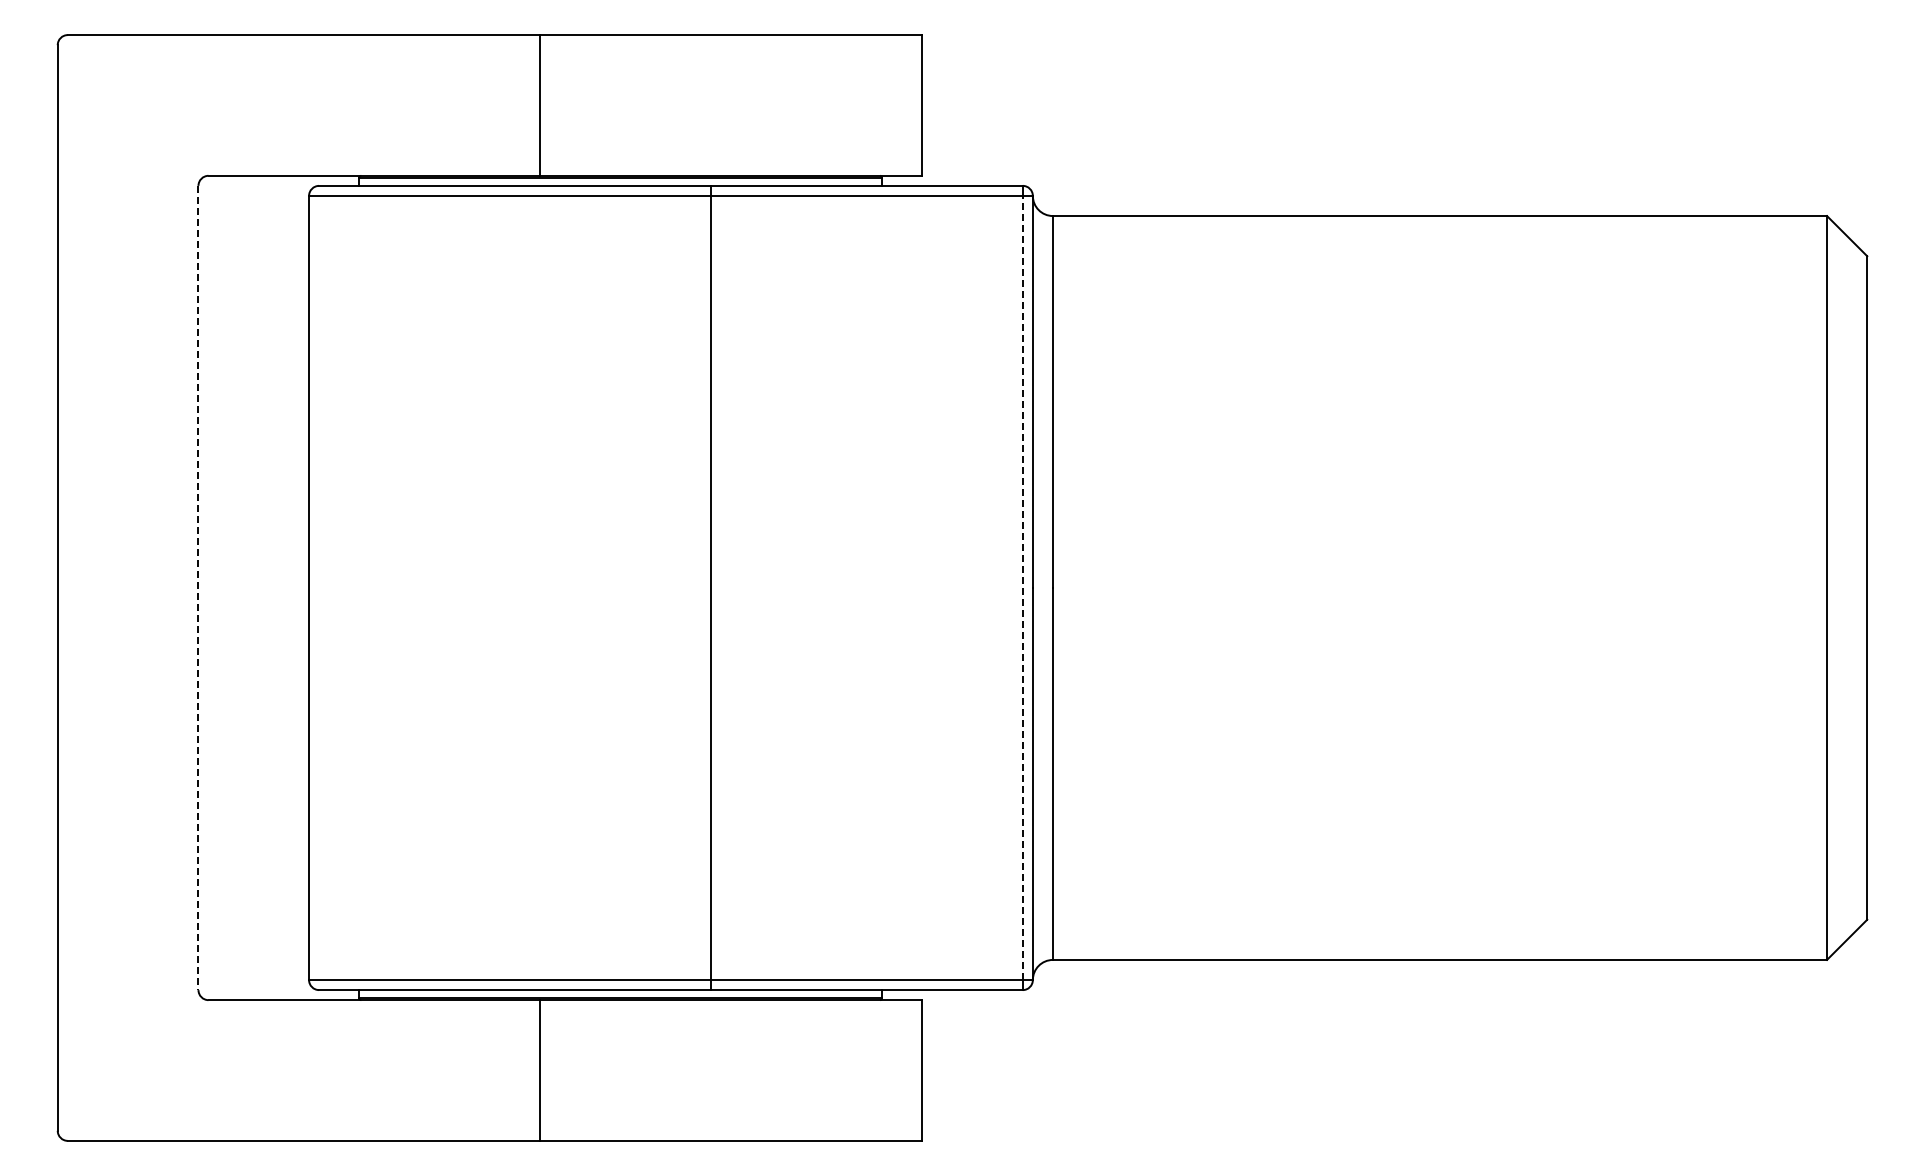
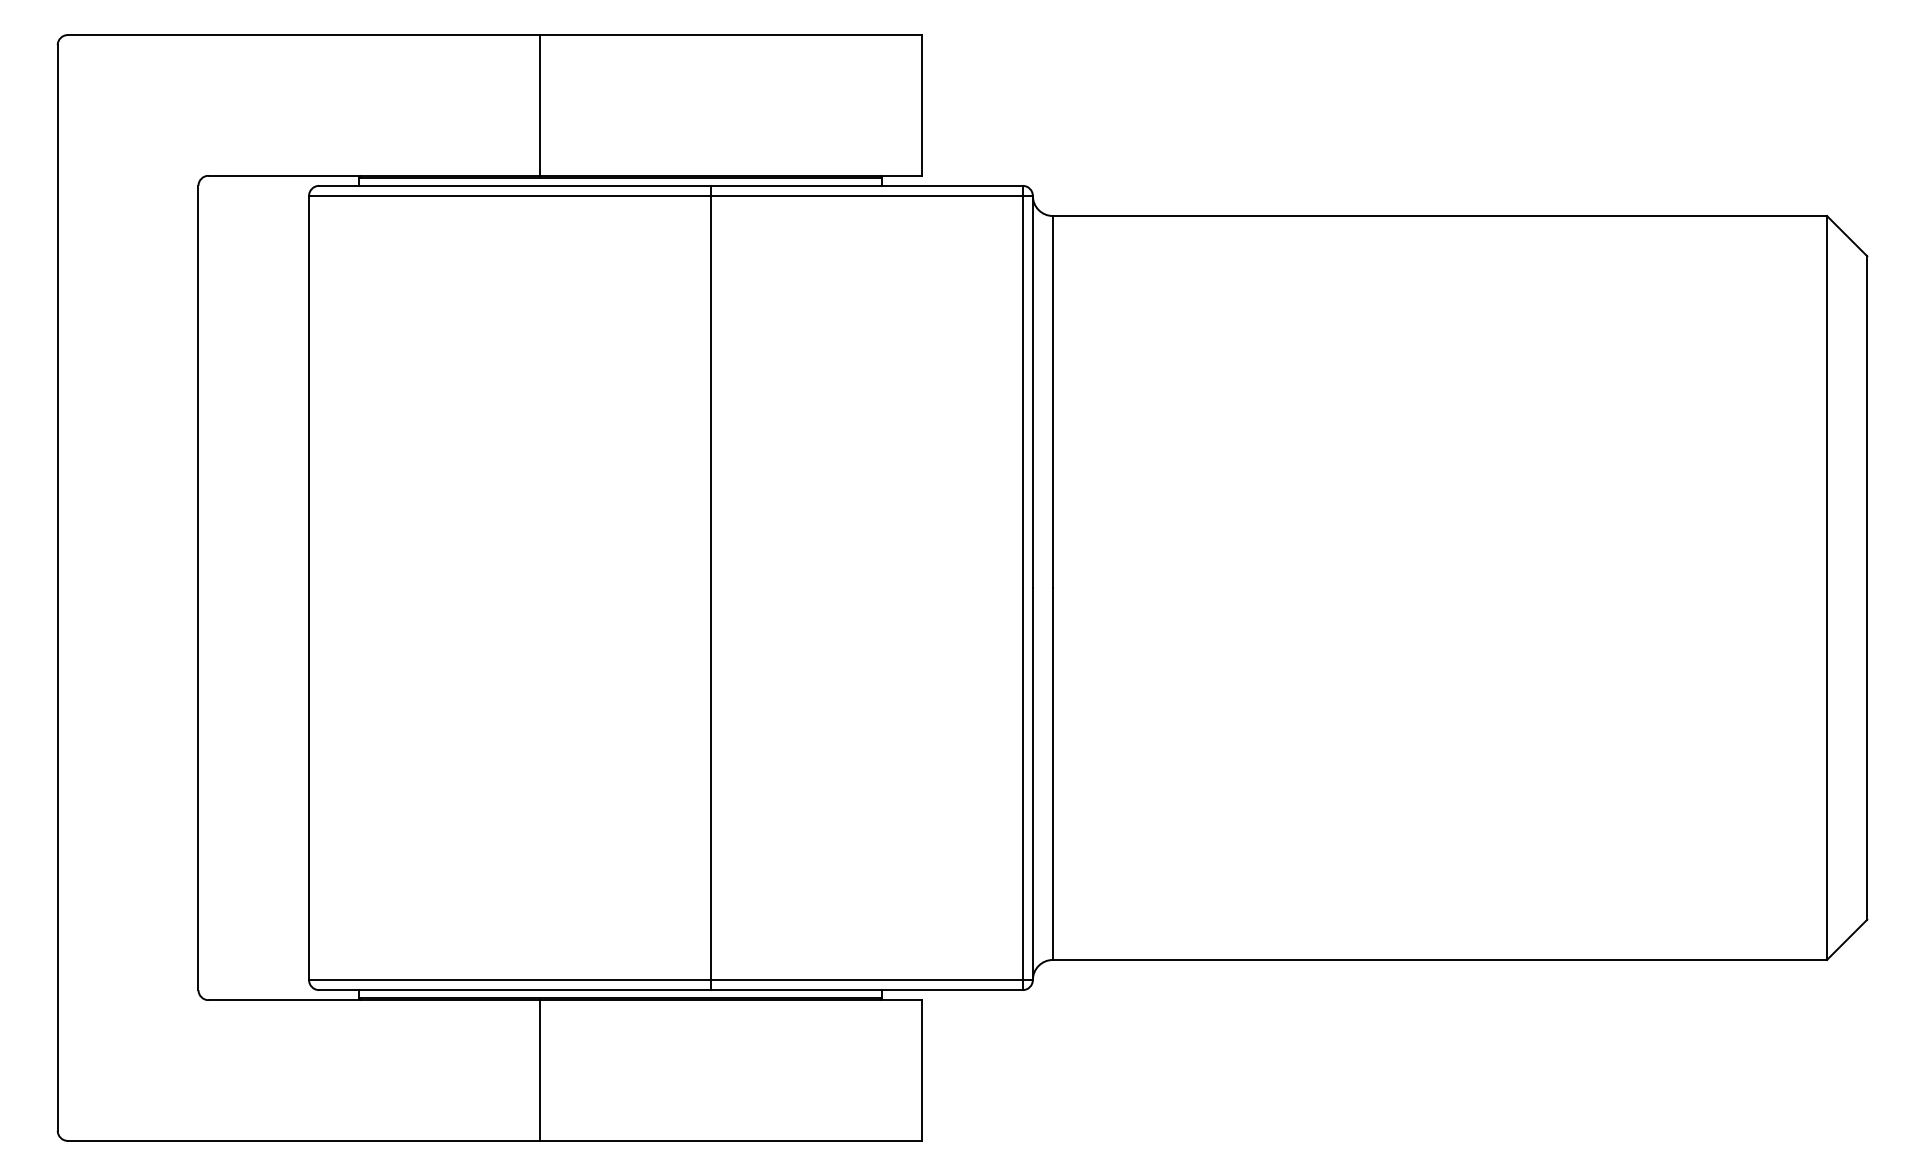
line at (1022, 587): dashed -> solid
line at (198, 588): dashed -> solid
